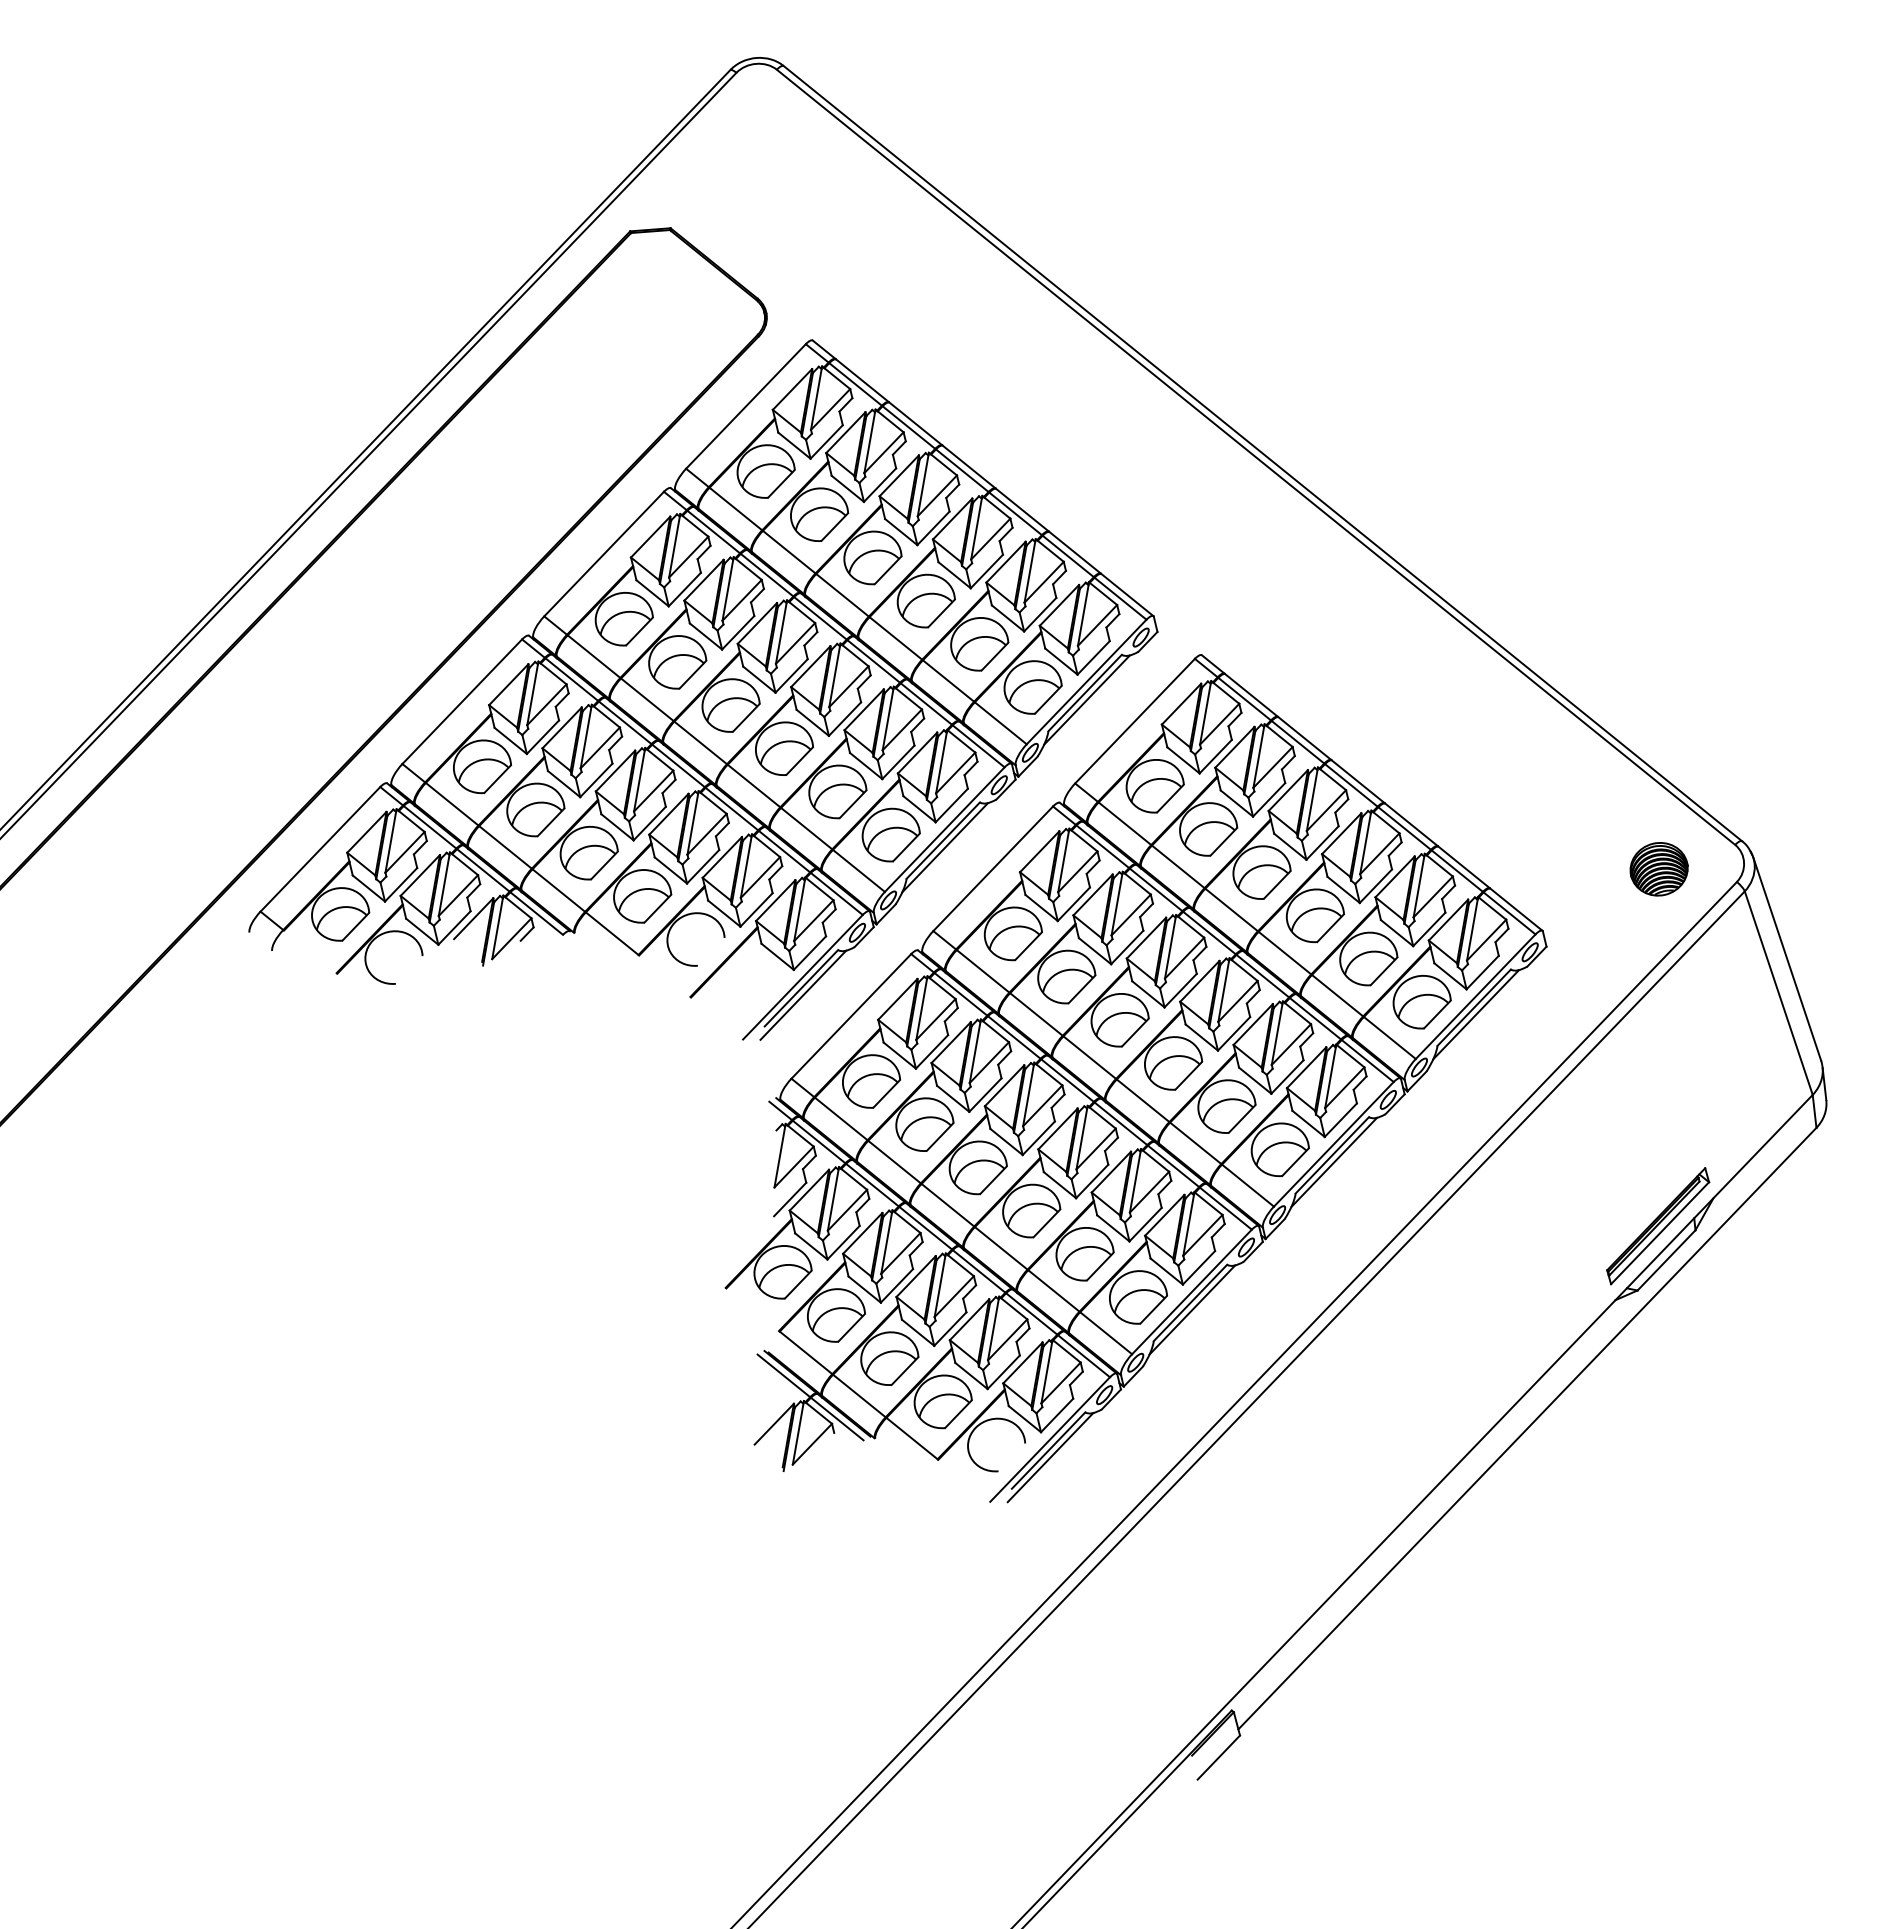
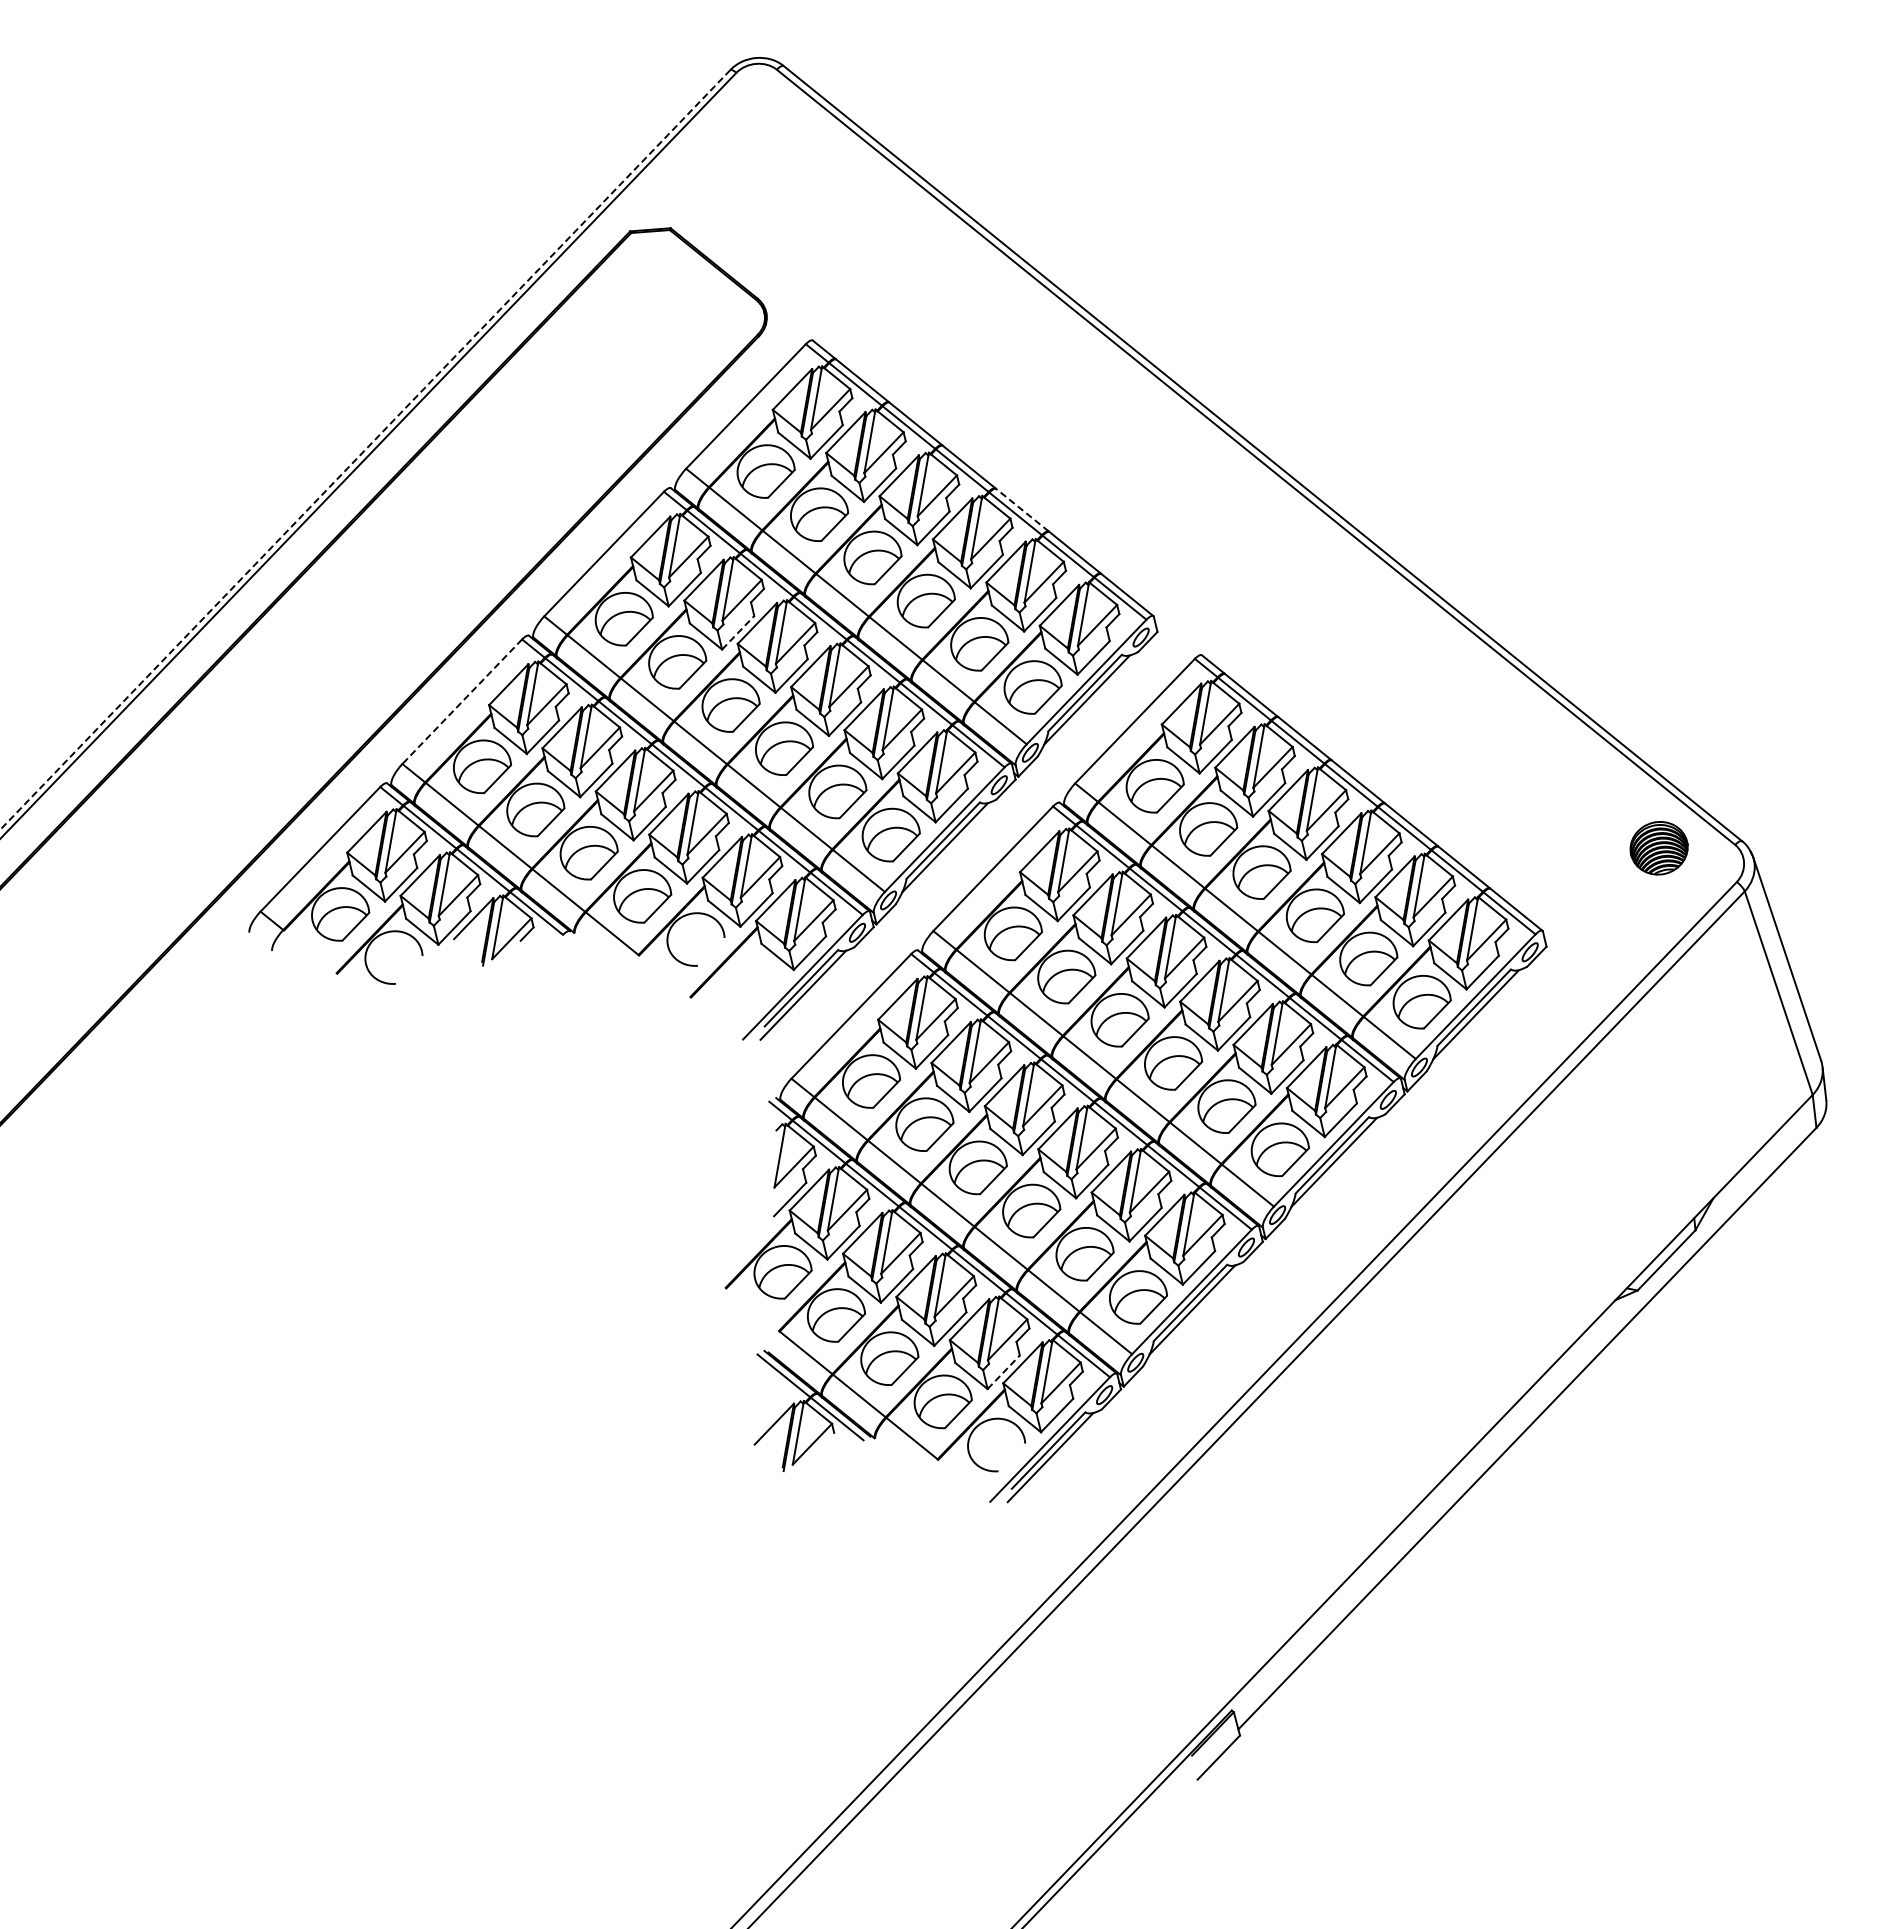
line at (365, 449): solid -> dashed
line at (1022, 510): solid -> dashed
line at (738, 632): solid -> dashed
line at (461, 702): solid -> dashed
part at (1658, 869) position: (1658, 869) -> (1658, 848)
part at (1658, 1226): present -> none
line at (1004, 1371): solid -> dashed
